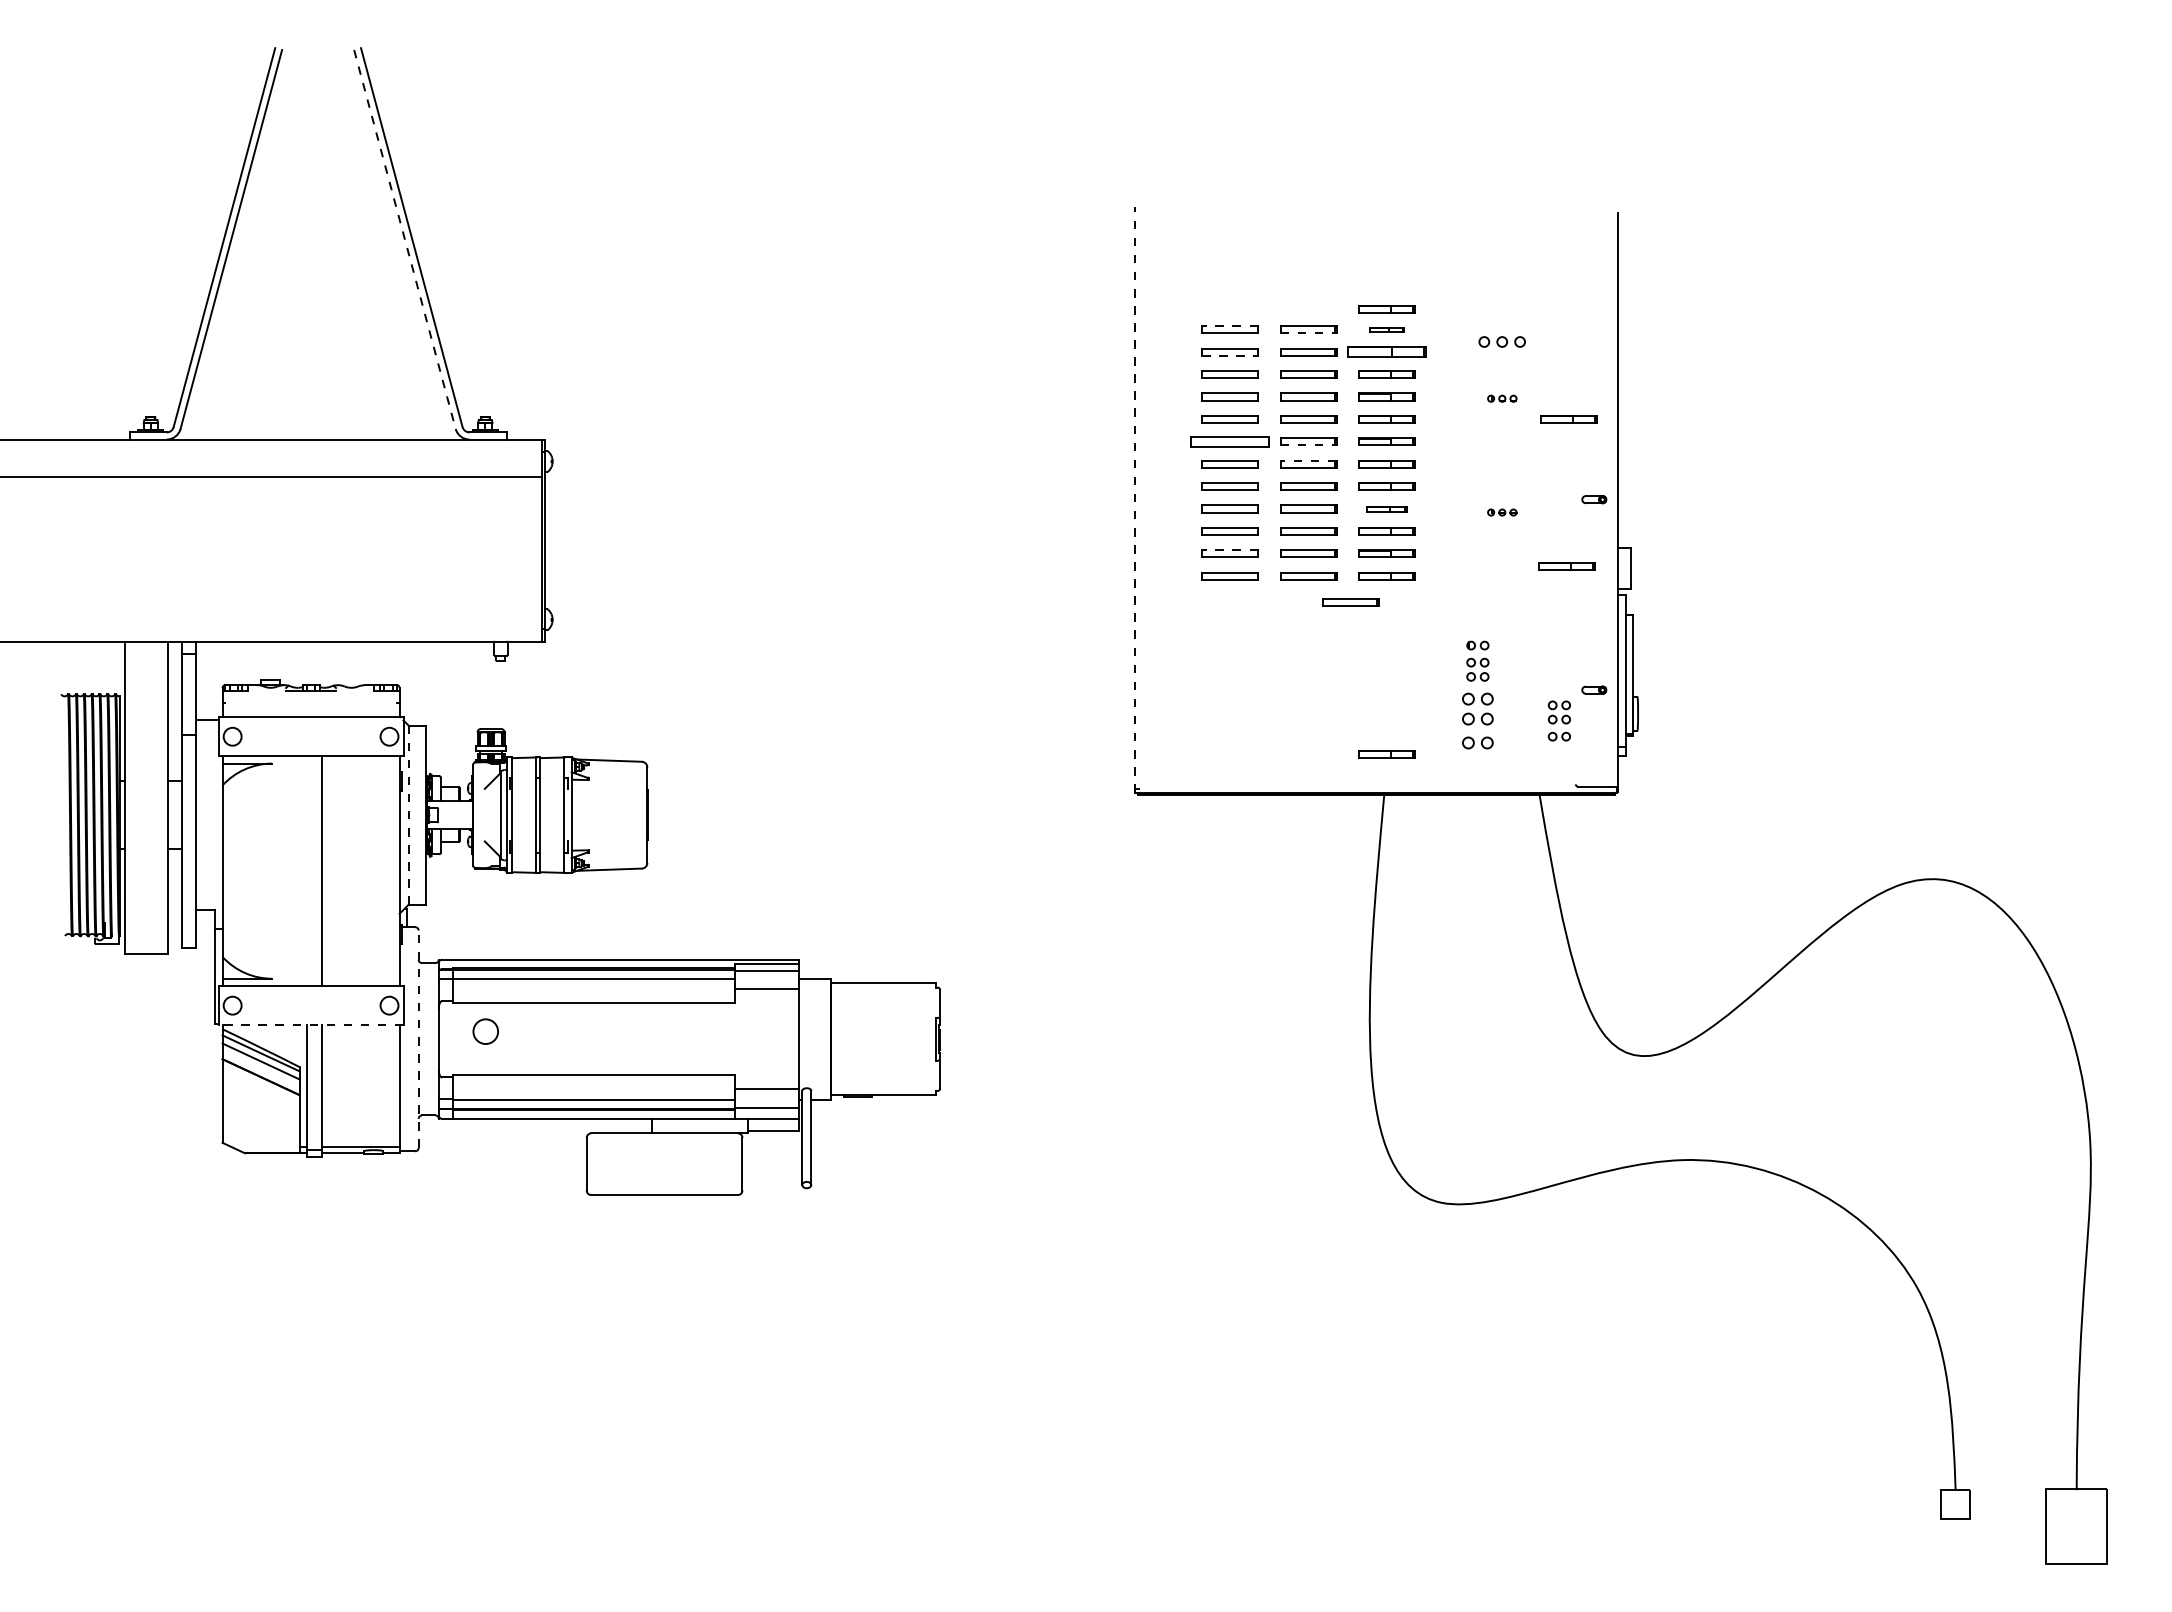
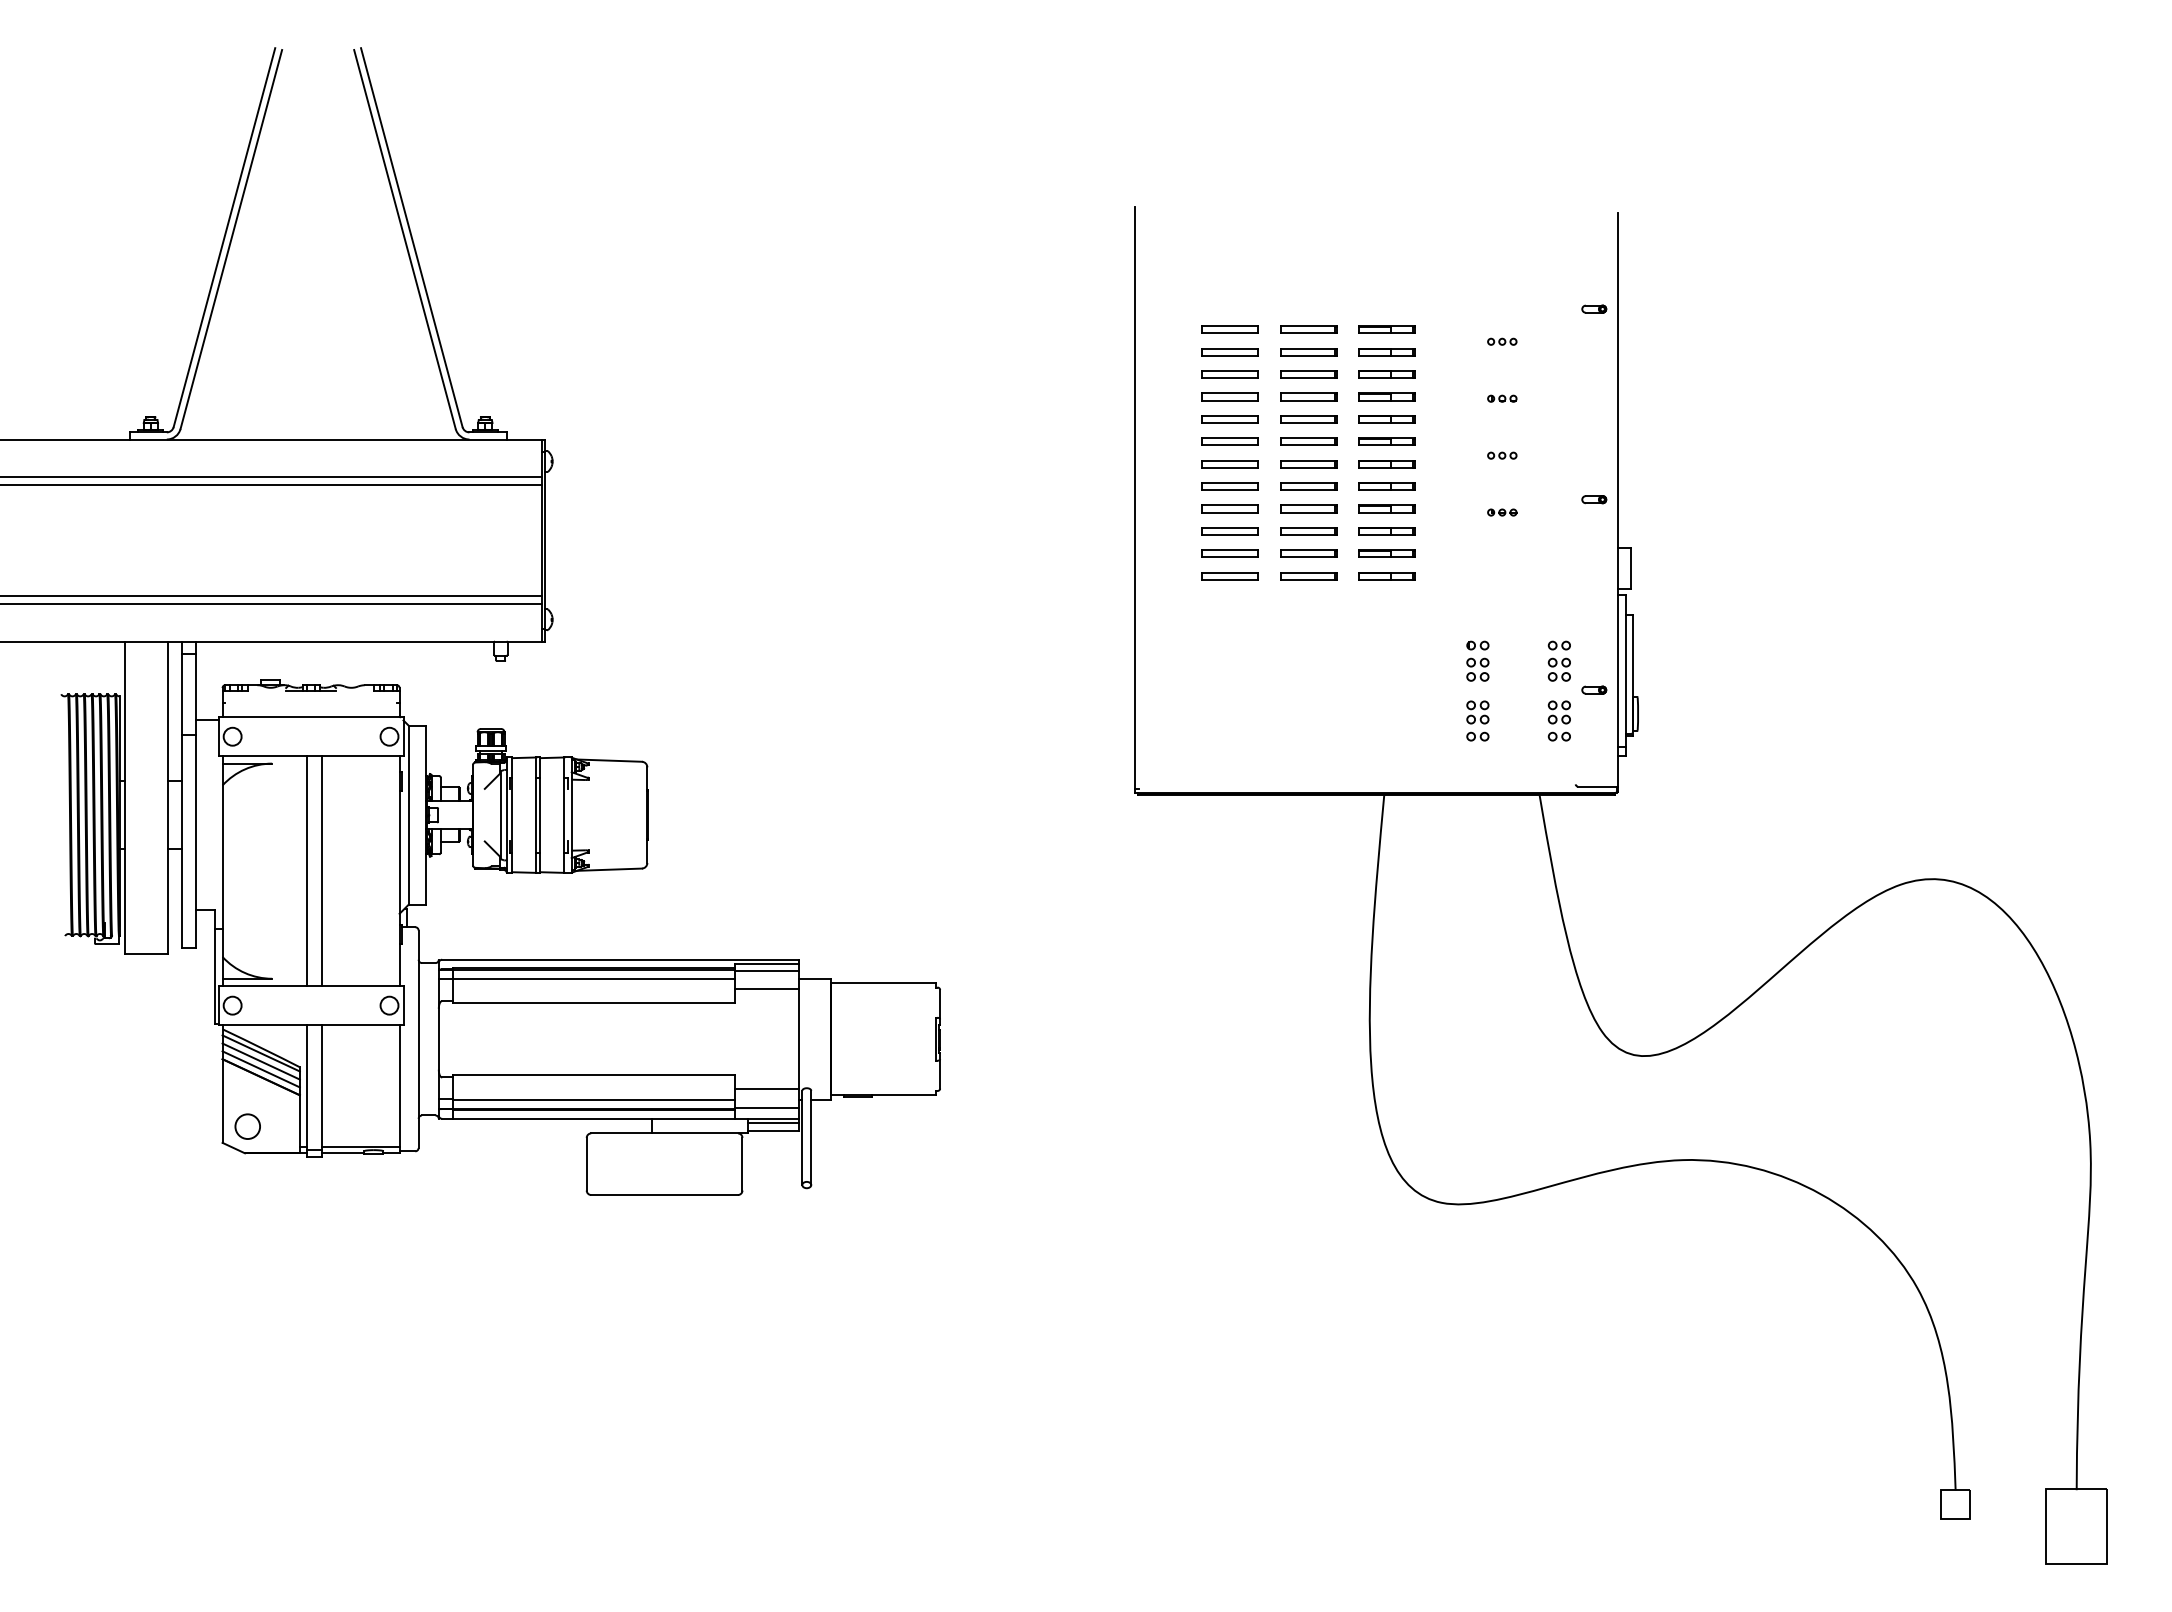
line at (405, 239): dashed -> solid
part at (1594, 308): none -> present
part at (1386, 309): present -> none
line at (1229, 326): dashed -> solid
part at (1386, 329) size: 36x6 px -> 58x9 px
line at (1309, 333): dashed -> solid
part at (1501, 341) size: 48x12 px -> 31x9 px
part at (1386, 351) size: 80x12 px -> 58x9 px
line at (1230, 355): dashed -> solid
part at (1568, 419): present -> none
part at (1229, 441) size: 80x12 px -> 58x9 px
line at (1309, 445): dashed -> solid
part at (1502, 455): none -> present
line at (1308, 460): dashed -> solid
line at (272, 485): none -> present
line at (1134, 499): dashed -> solid
part at (1386, 509) size: 42x7 px -> 58x10 px
line at (1229, 550): dashed -> solid
part at (1566, 566): present -> none
line at (272, 595): none -> present
part at (1350, 602): present -> none
line at (272, 604): none -> present
part at (1558, 660): none -> present
part at (1477, 720) size: 32x58 px -> 24x42 px
part at (1386, 754): present -> none
line at (408, 815): dashed -> solid
line at (306, 871): none -> present
line at (310, 1025): dashed -> solid
circle at (485, 1031) position: (485, 1031) -> (247, 1126)
line at (418, 1039): dashed -> solid
line at (260, 1069): none -> present
line at (773, 1123): none -> present
